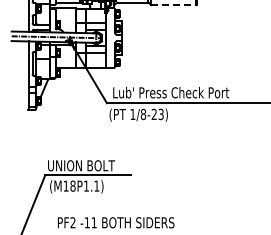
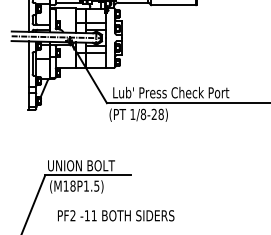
line at (174, 5): dashed -> solid
text at (160, 114): 1/8-23) -> 1/8-28)
text at (96, 185): (M18P1.1) -> (M18P1.5)
text at (116, 222) position: (116, 222) -> (116, 215)
